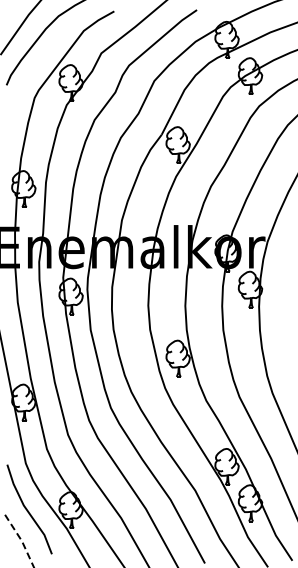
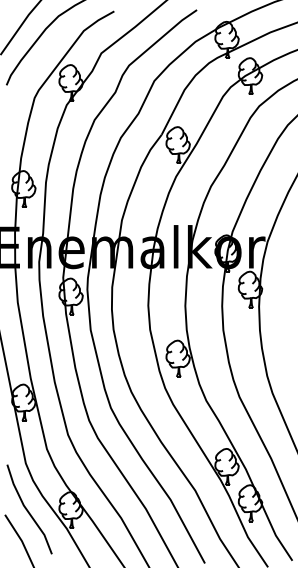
line at (22, 541): dashed -> solid
